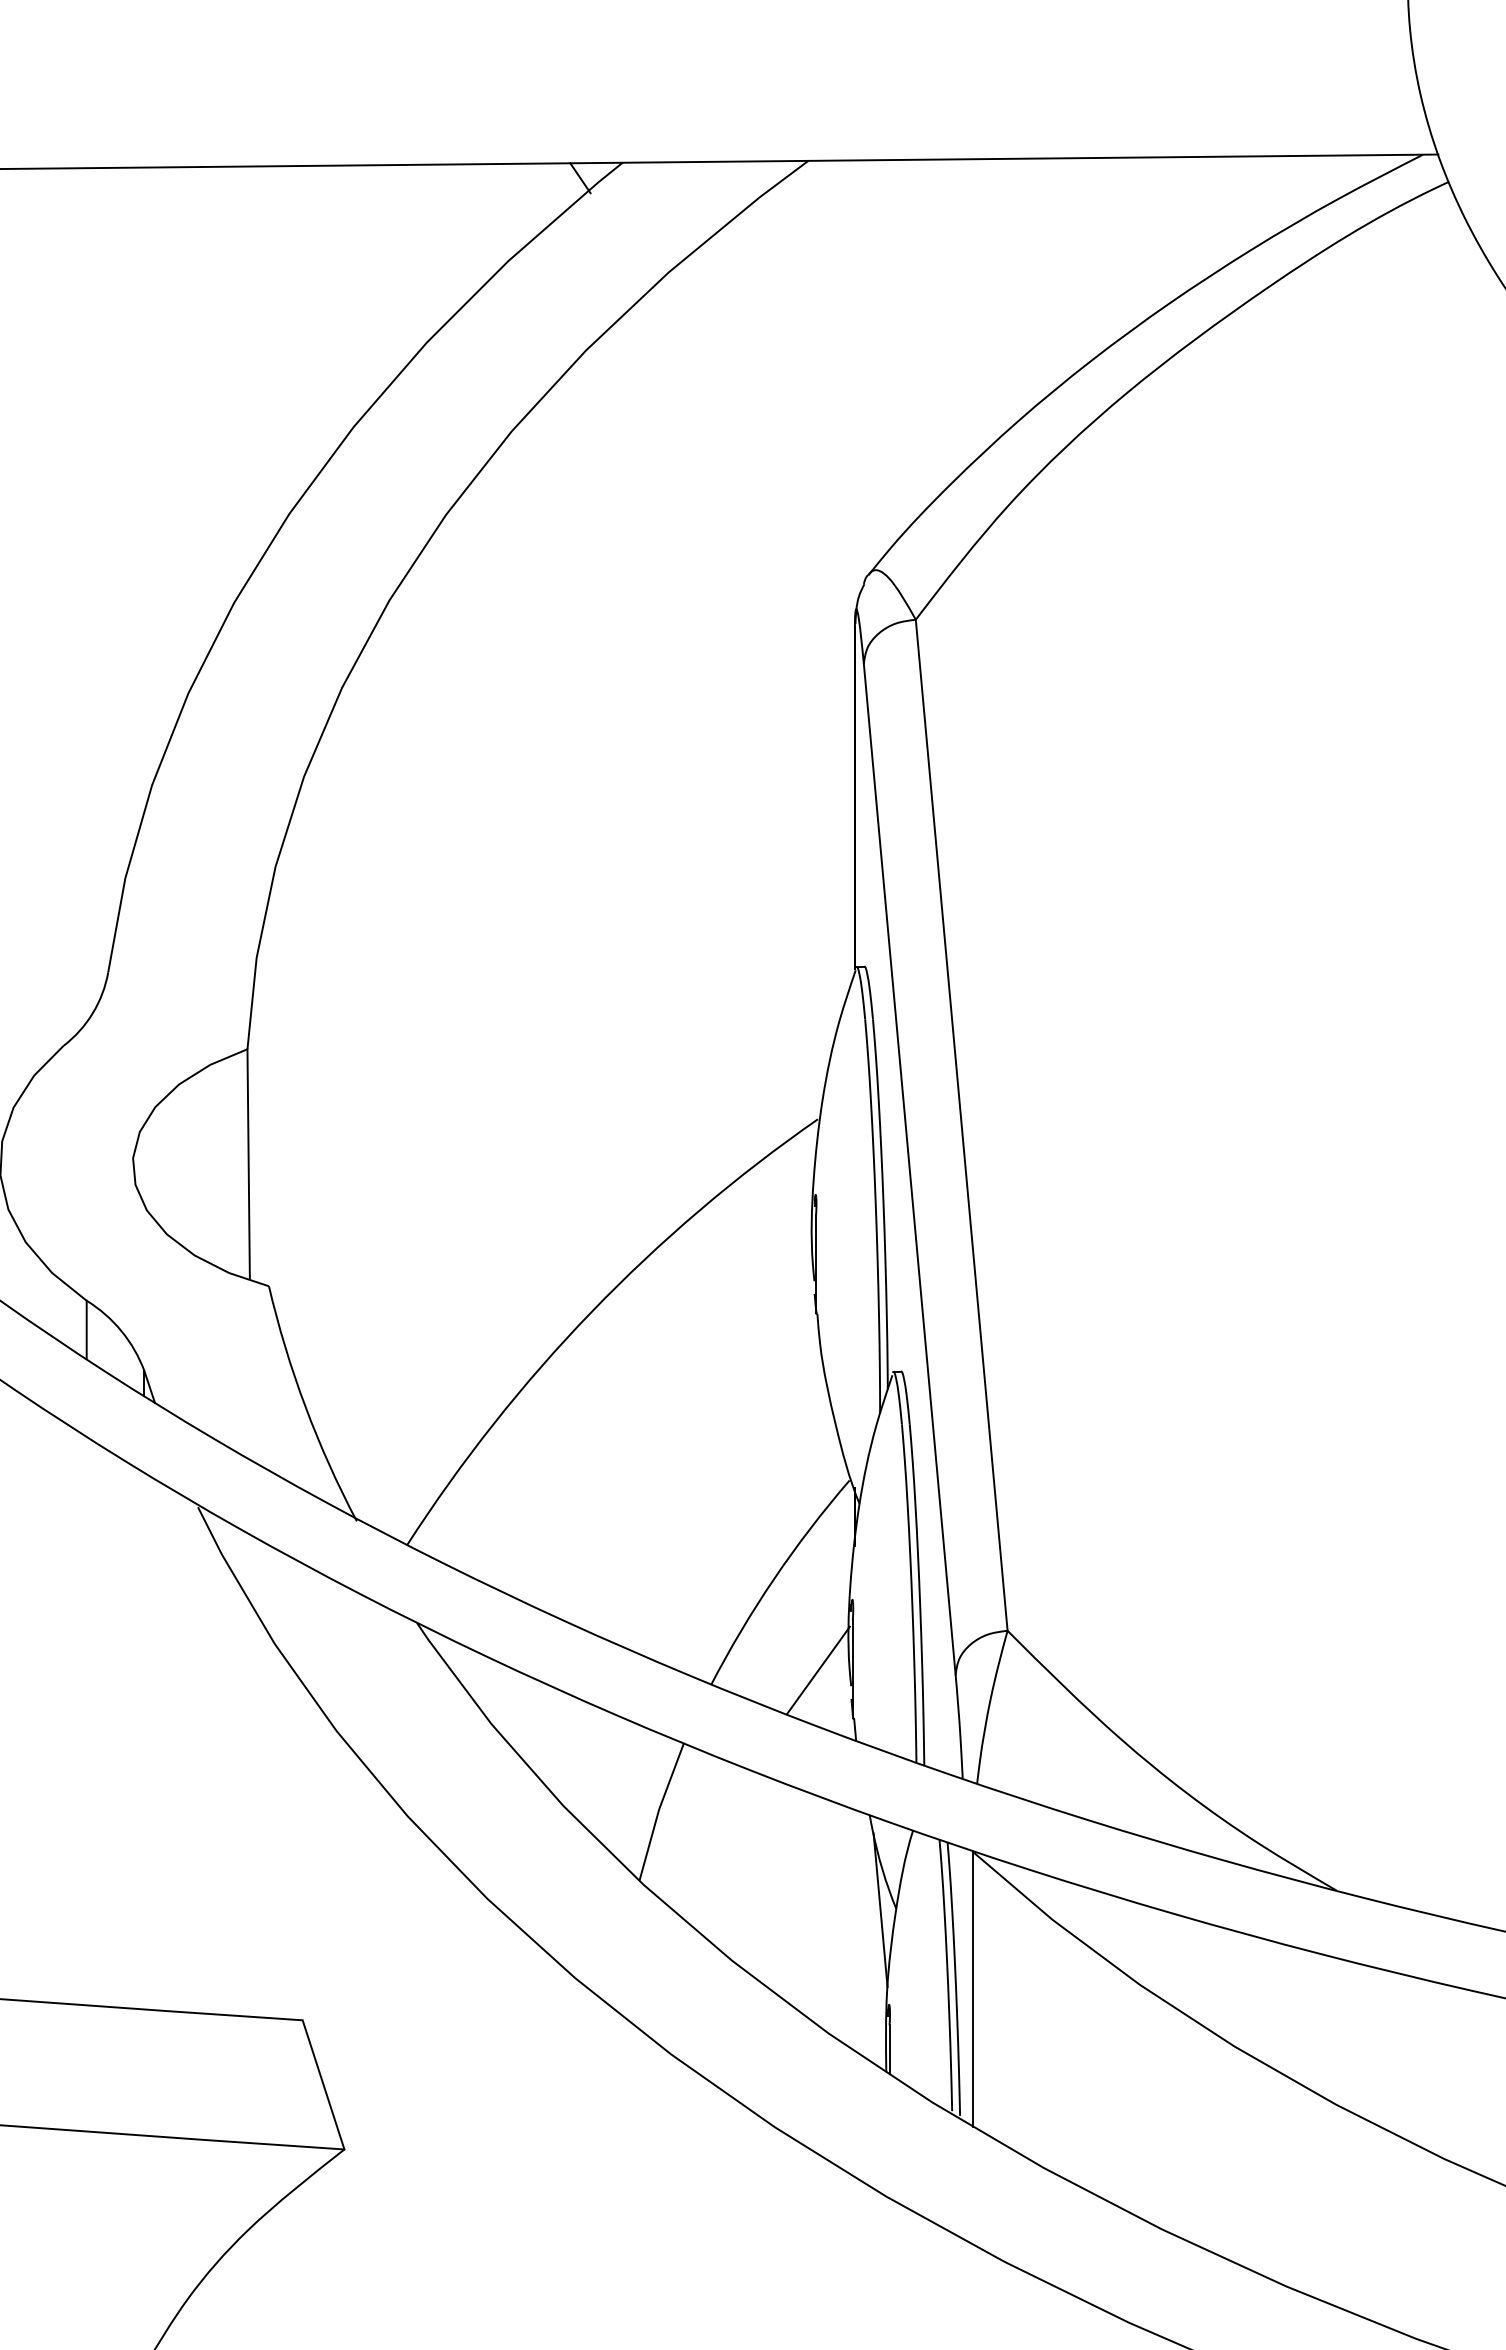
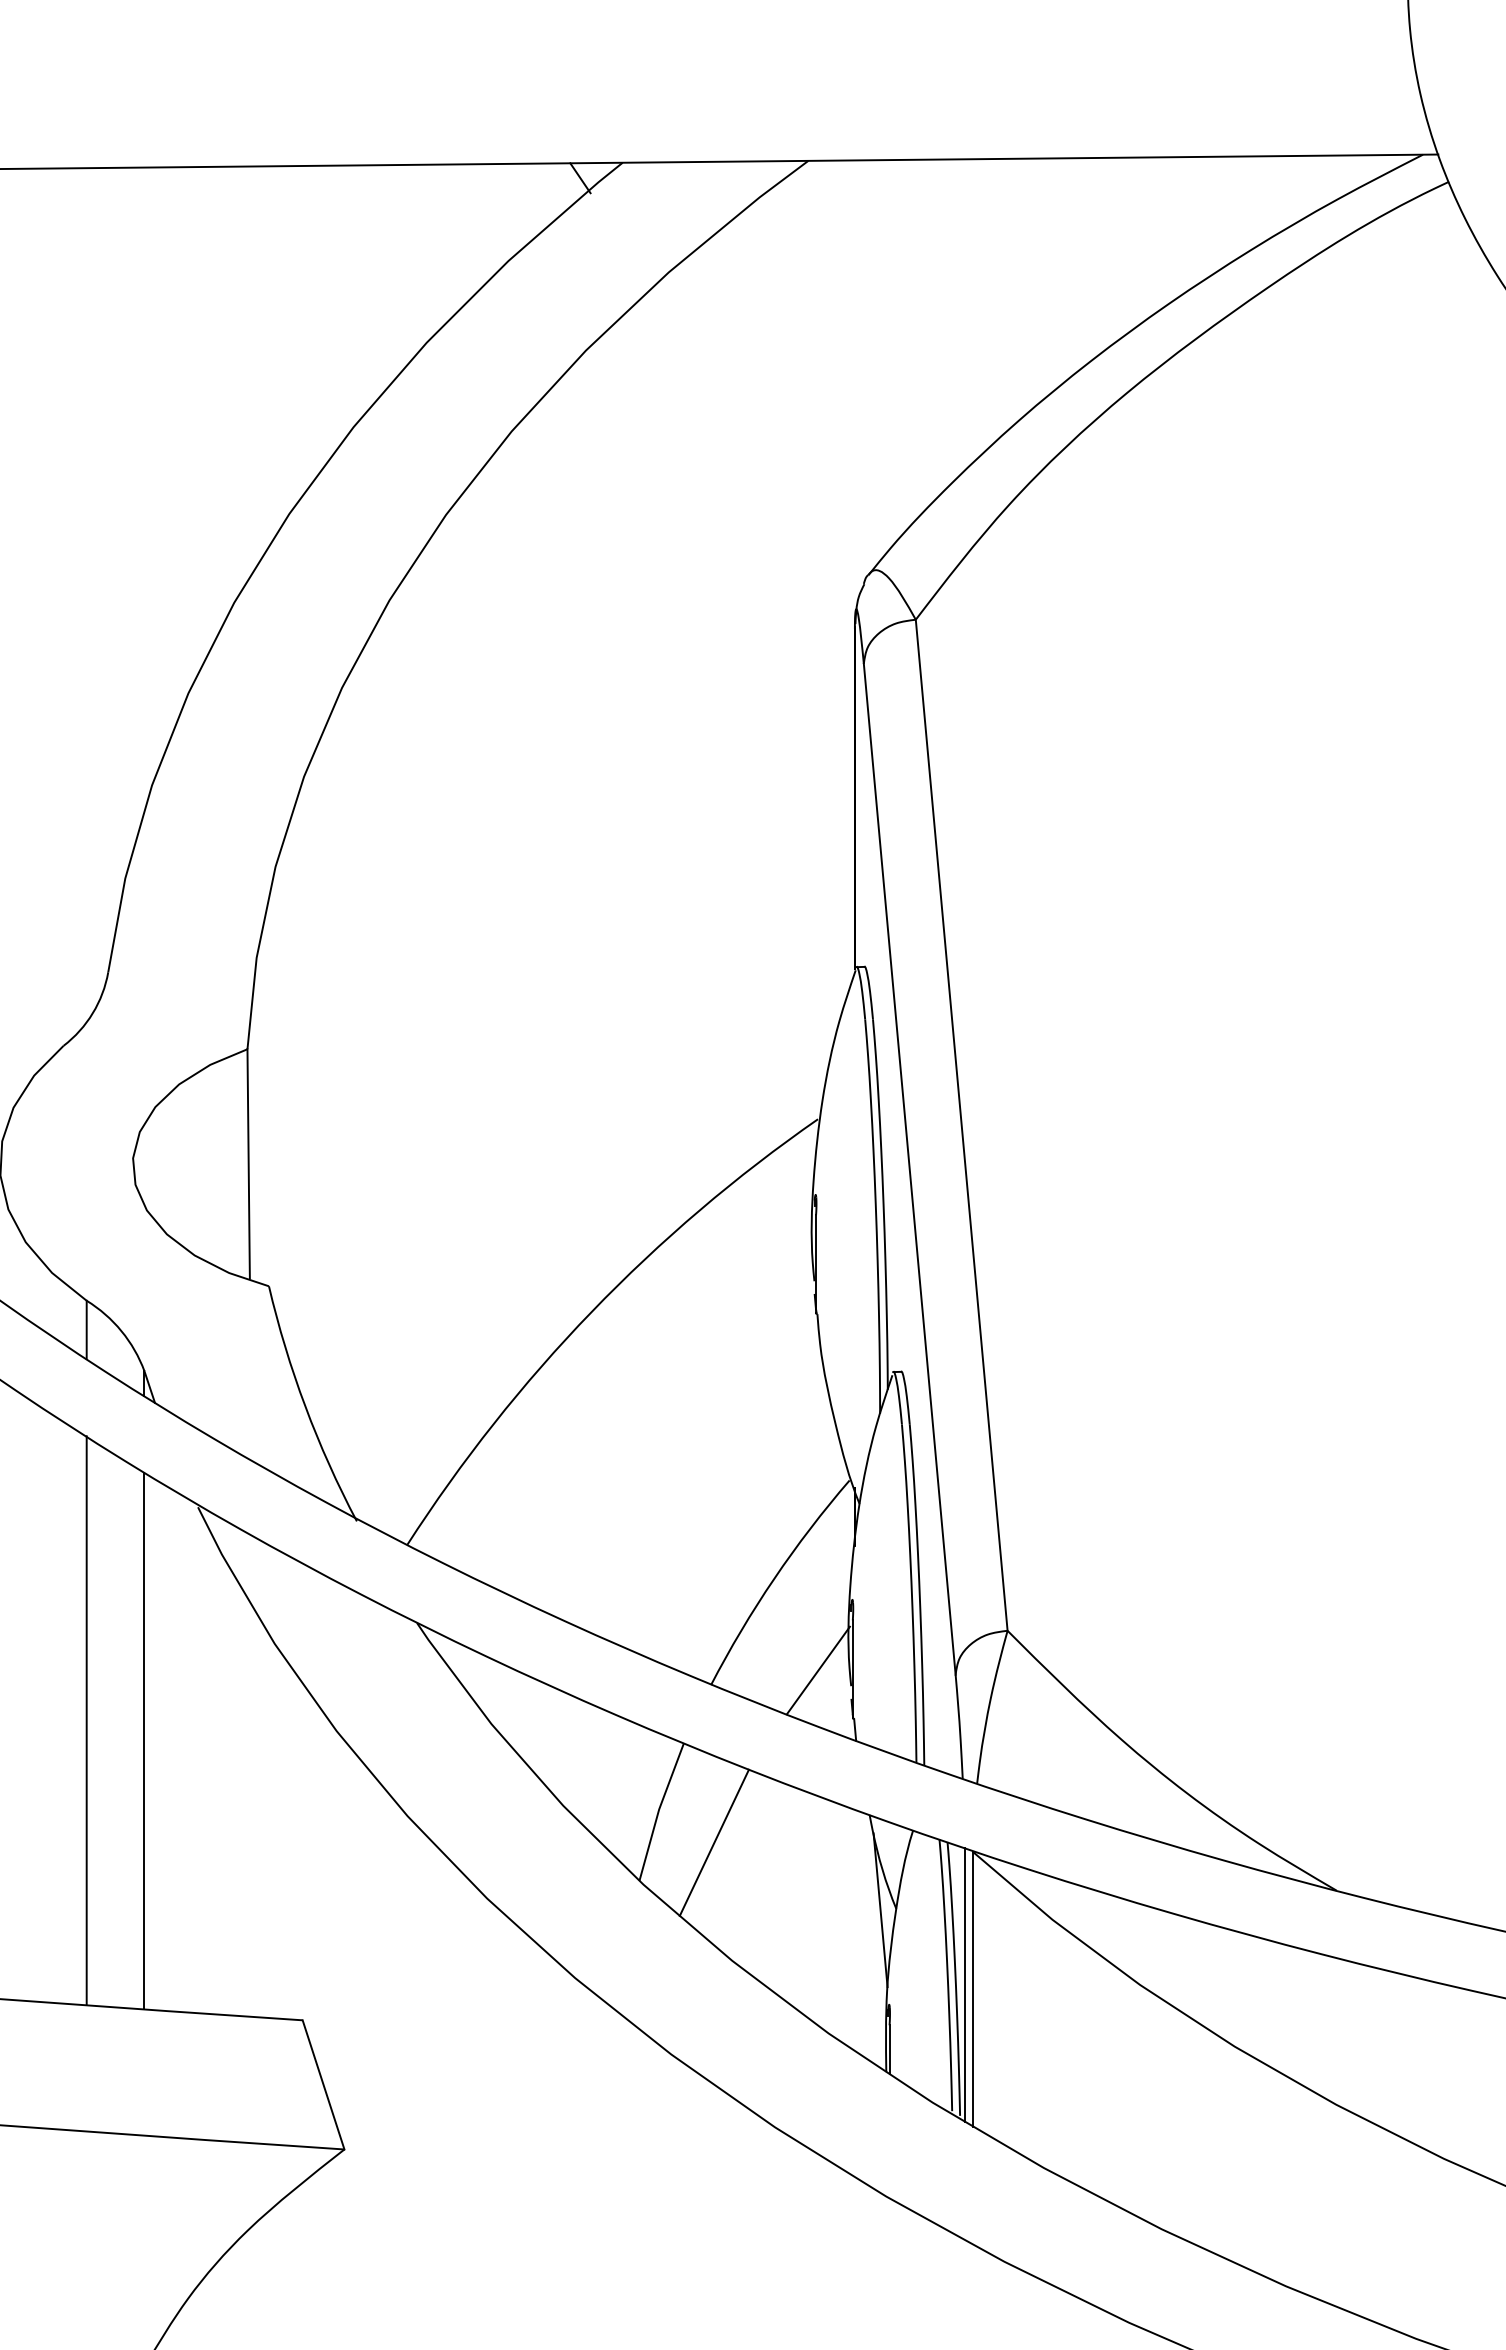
line at (86, 1720): none -> present
line at (144, 1740): none -> present
line at (713, 1842): none -> present
line at (964, 1984): none -> present
